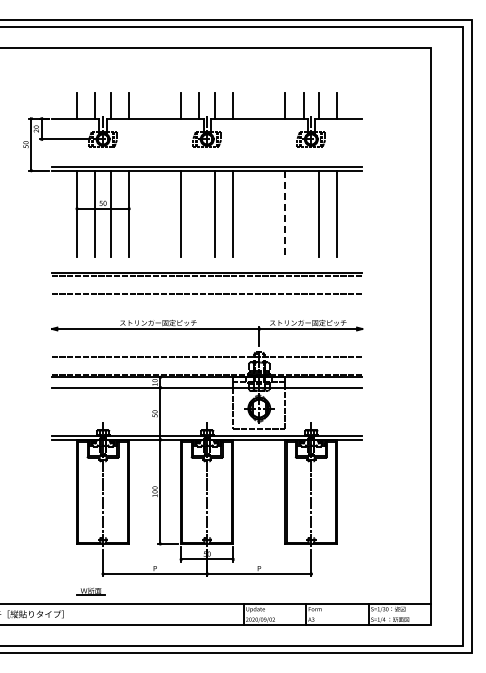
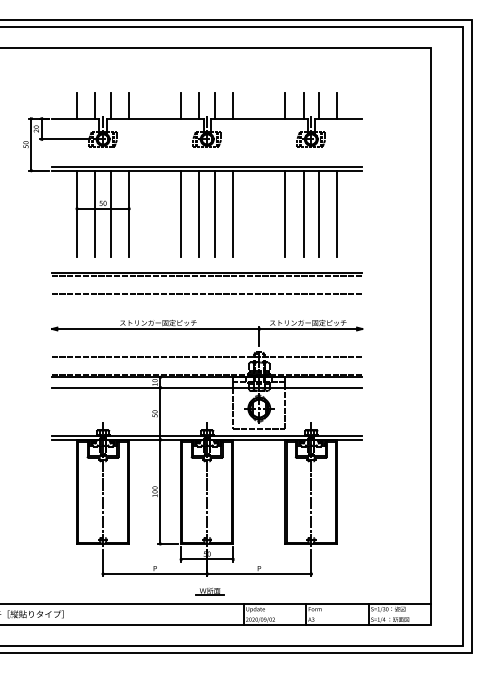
line at (199, 213): none -> present
line at (285, 213): dashed -> solid
line at (303, 213): none -> present
part at (90, 591) position: (90, 591) -> (209, 591)
